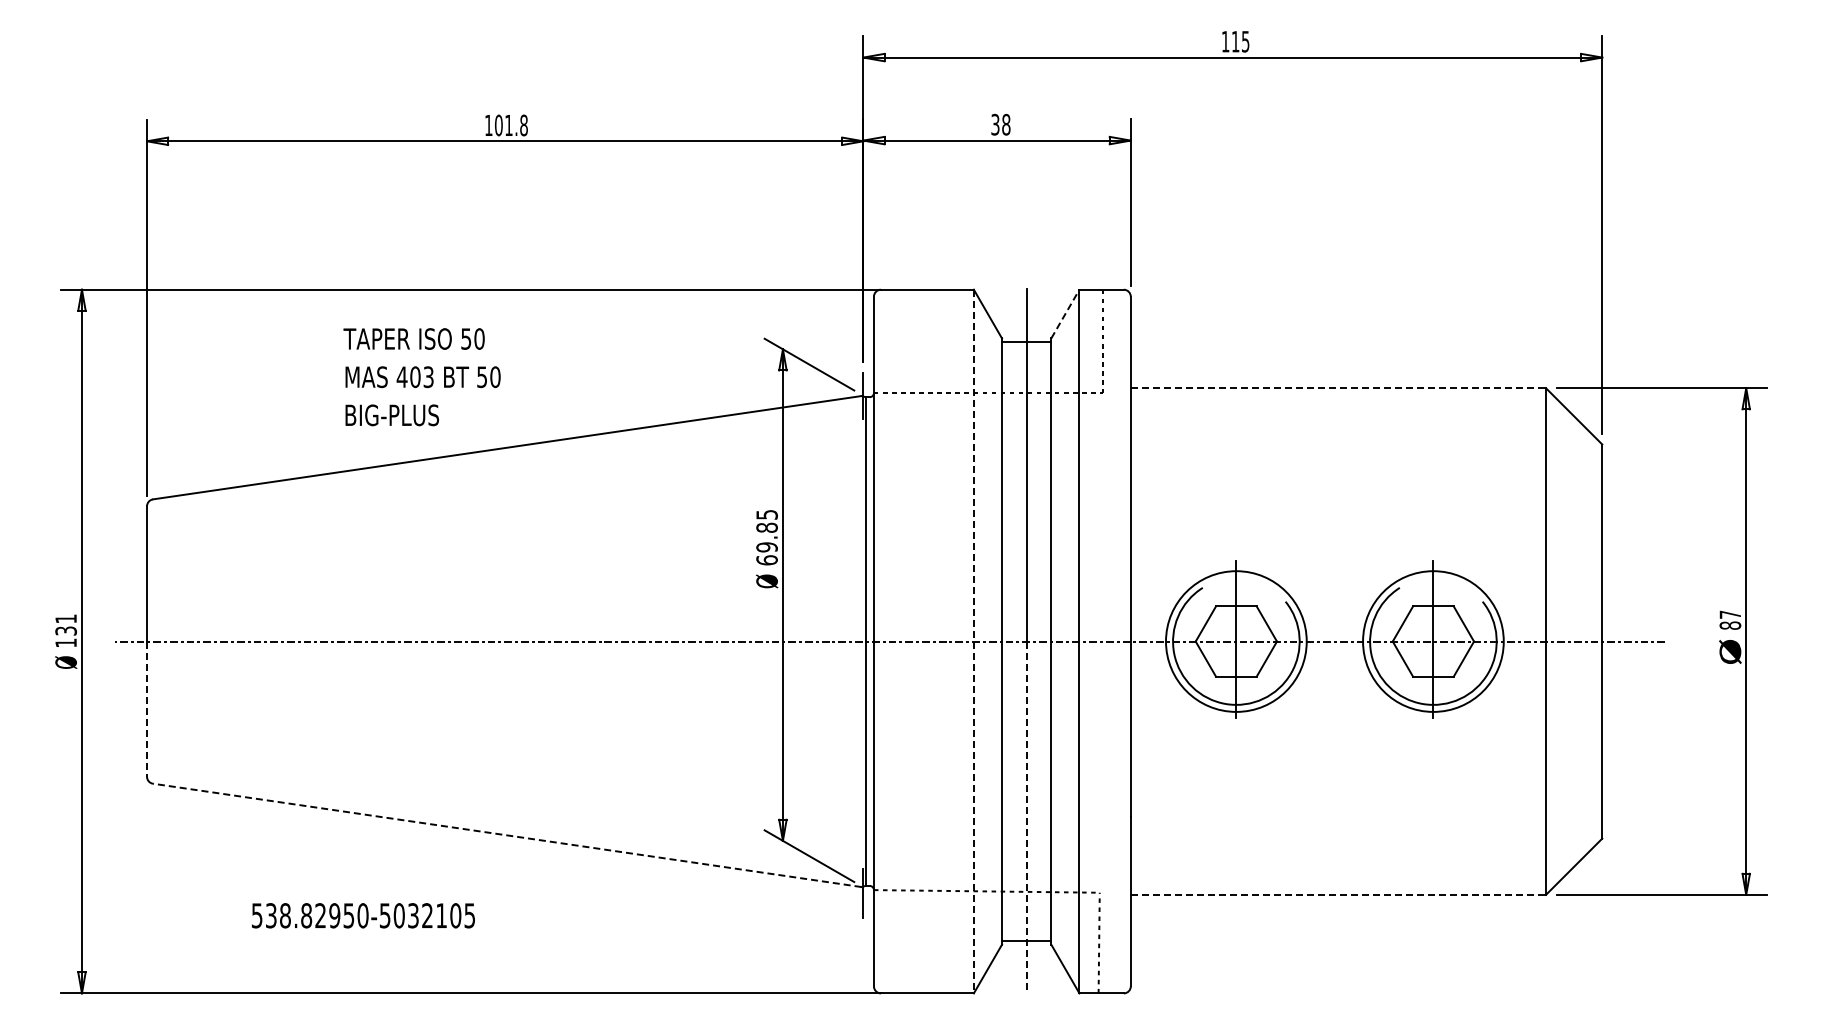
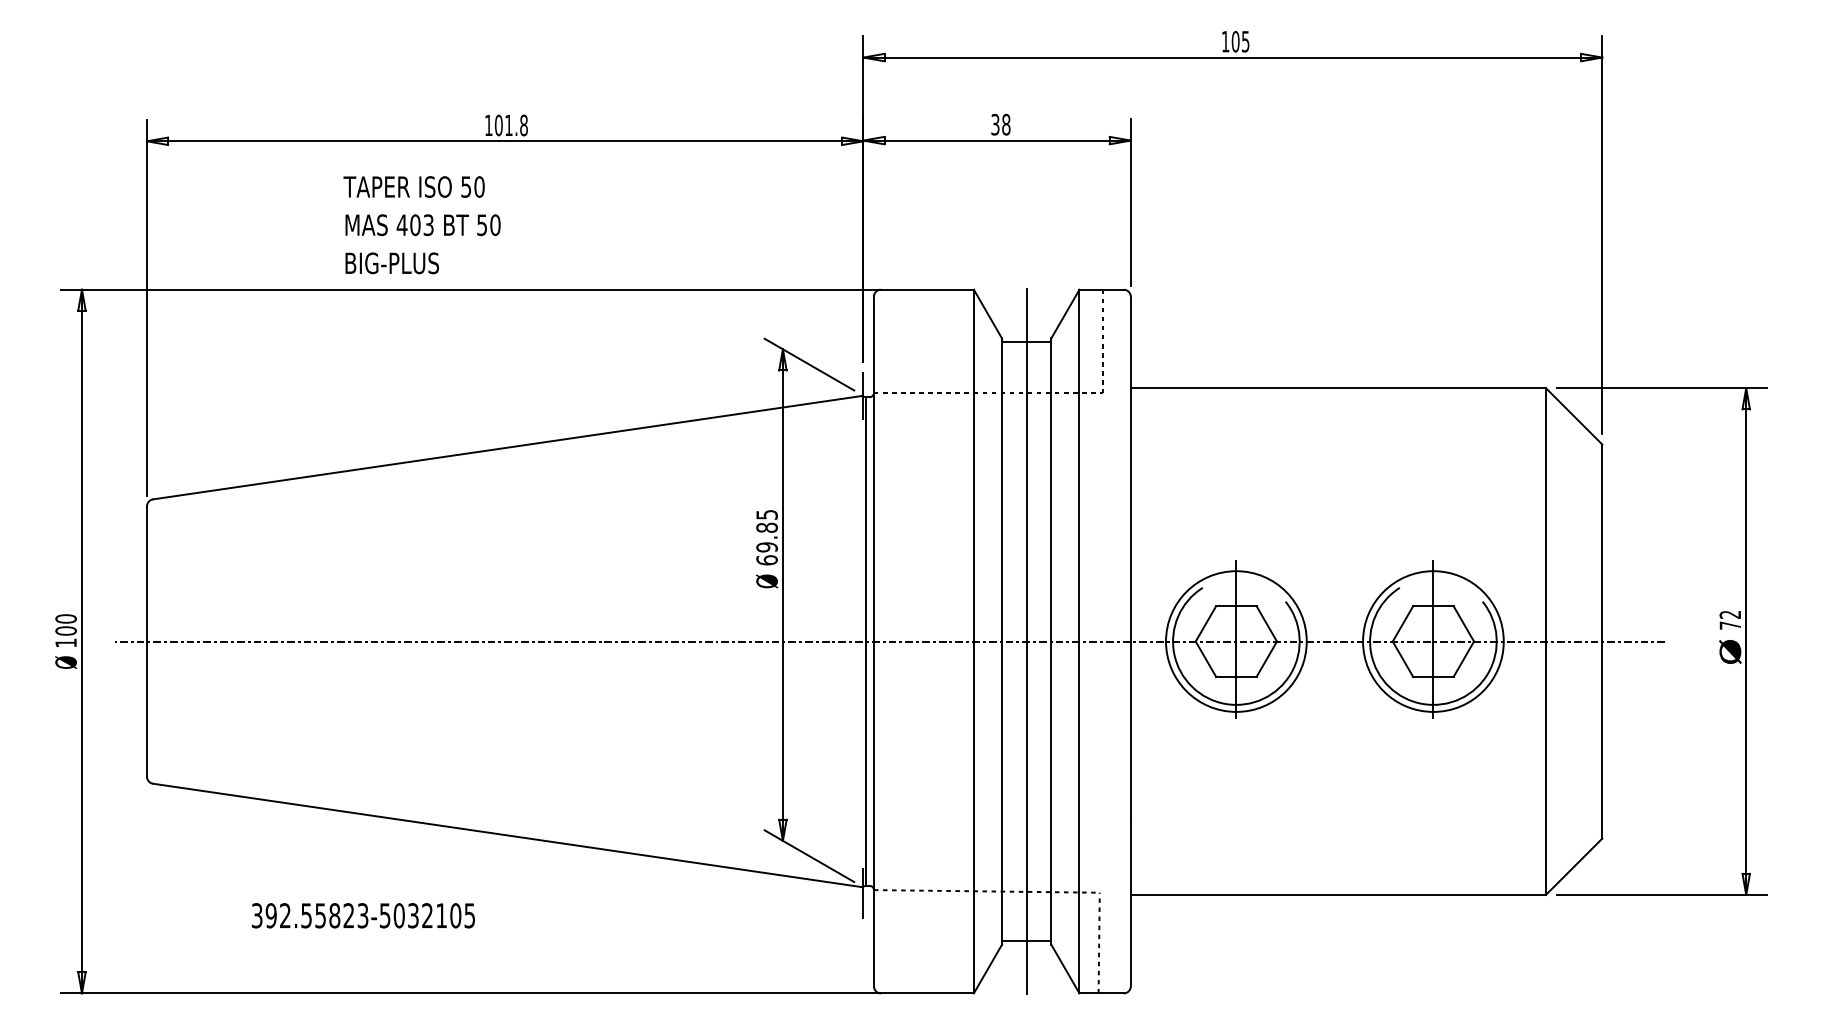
text at (1235, 41): 115 -> 105
line at (1065, 313): dashed -> solid
text at (421, 377) position: (421, 377) -> (421, 225)
line at (1338, 388): dashed -> solid
text at (1730, 619): 87 -> 72
text at (65, 624): 131 -> 100
line at (973, 641): dashed -> solid
line at (147, 709): dashed -> solid
line at (1026, 818): dashed -> solid
line at (507, 835): dashed -> solid
line at (1338, 894): dashed -> solid
text at (310, 915): 538.82950-5032105 -> 392.55823-5032105
